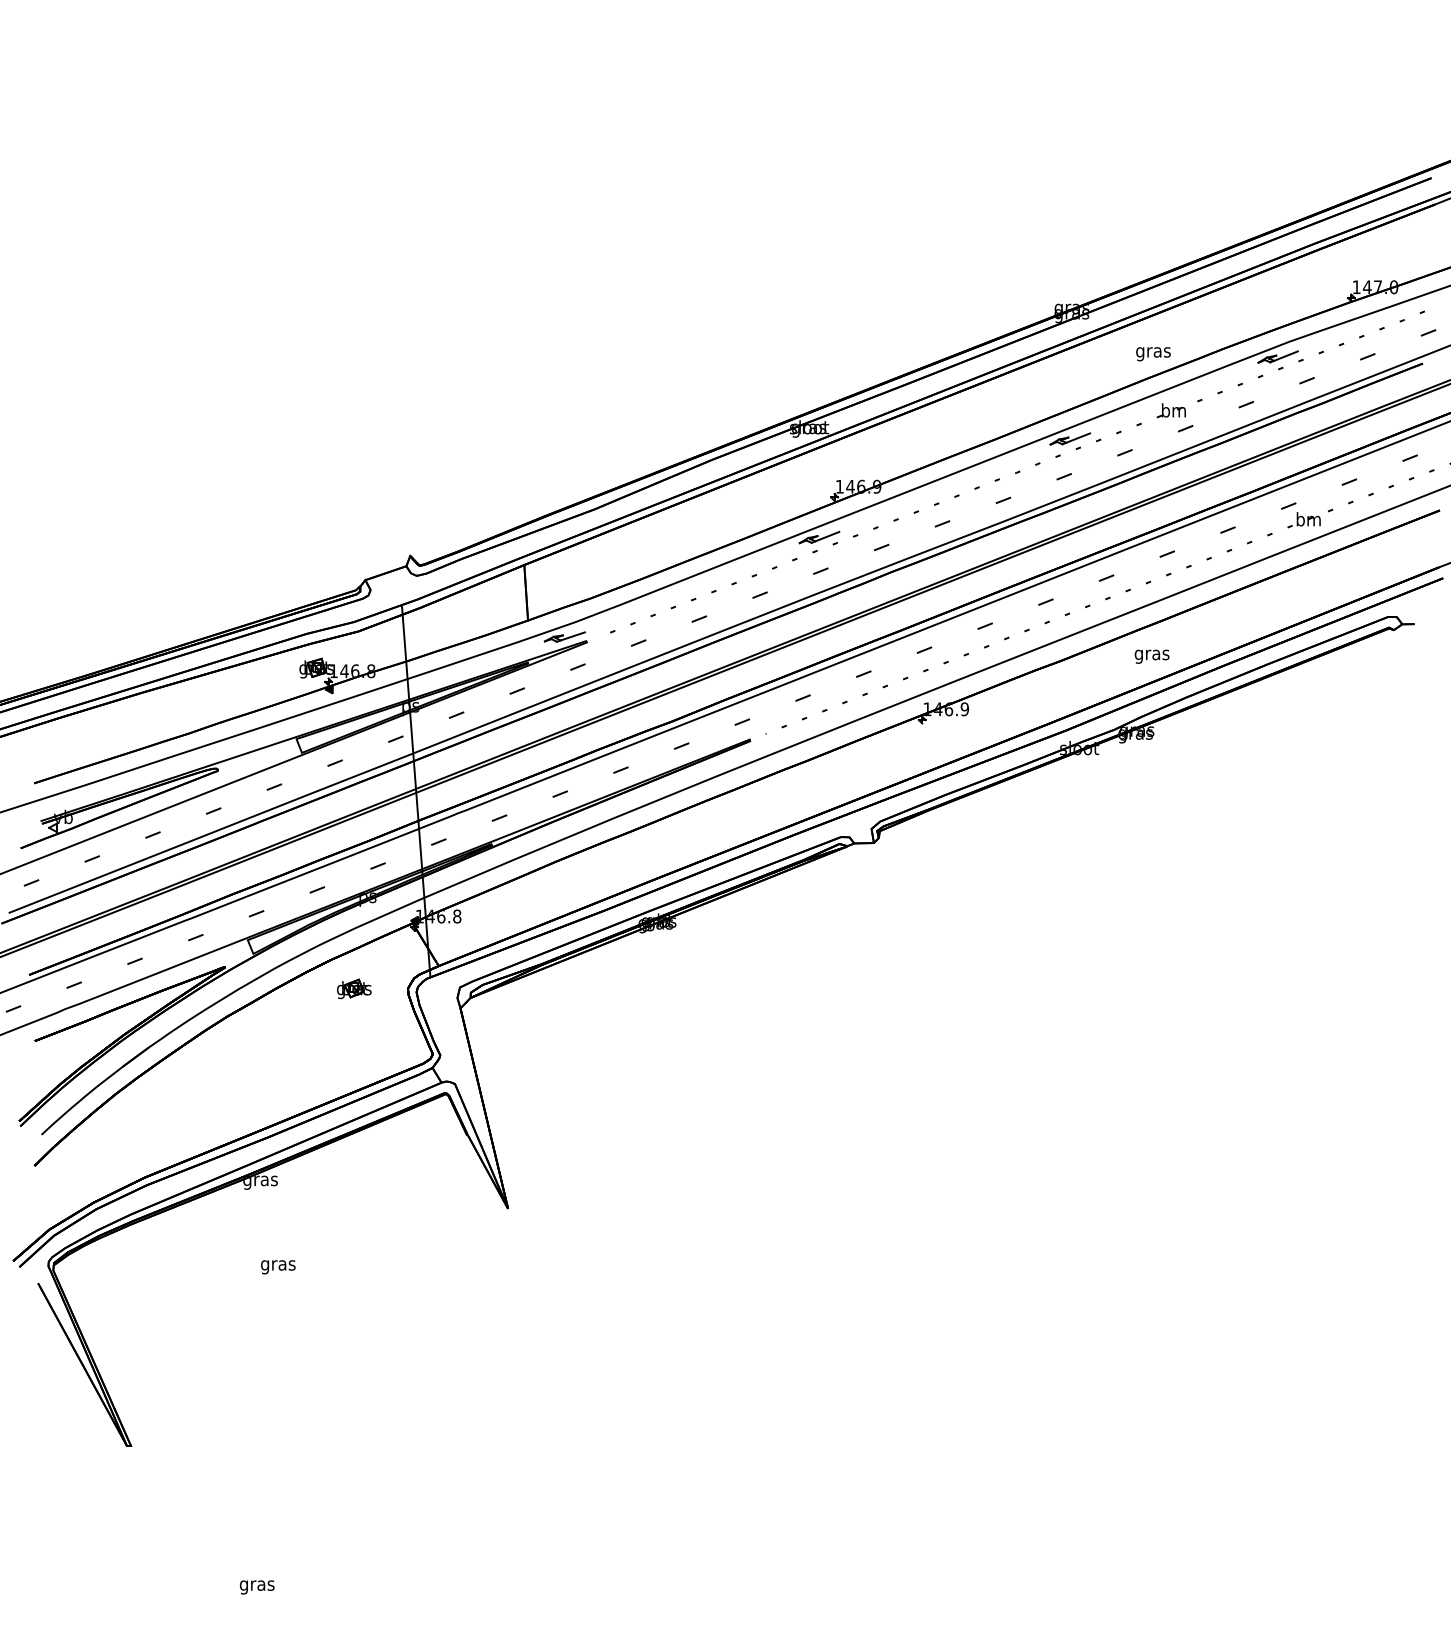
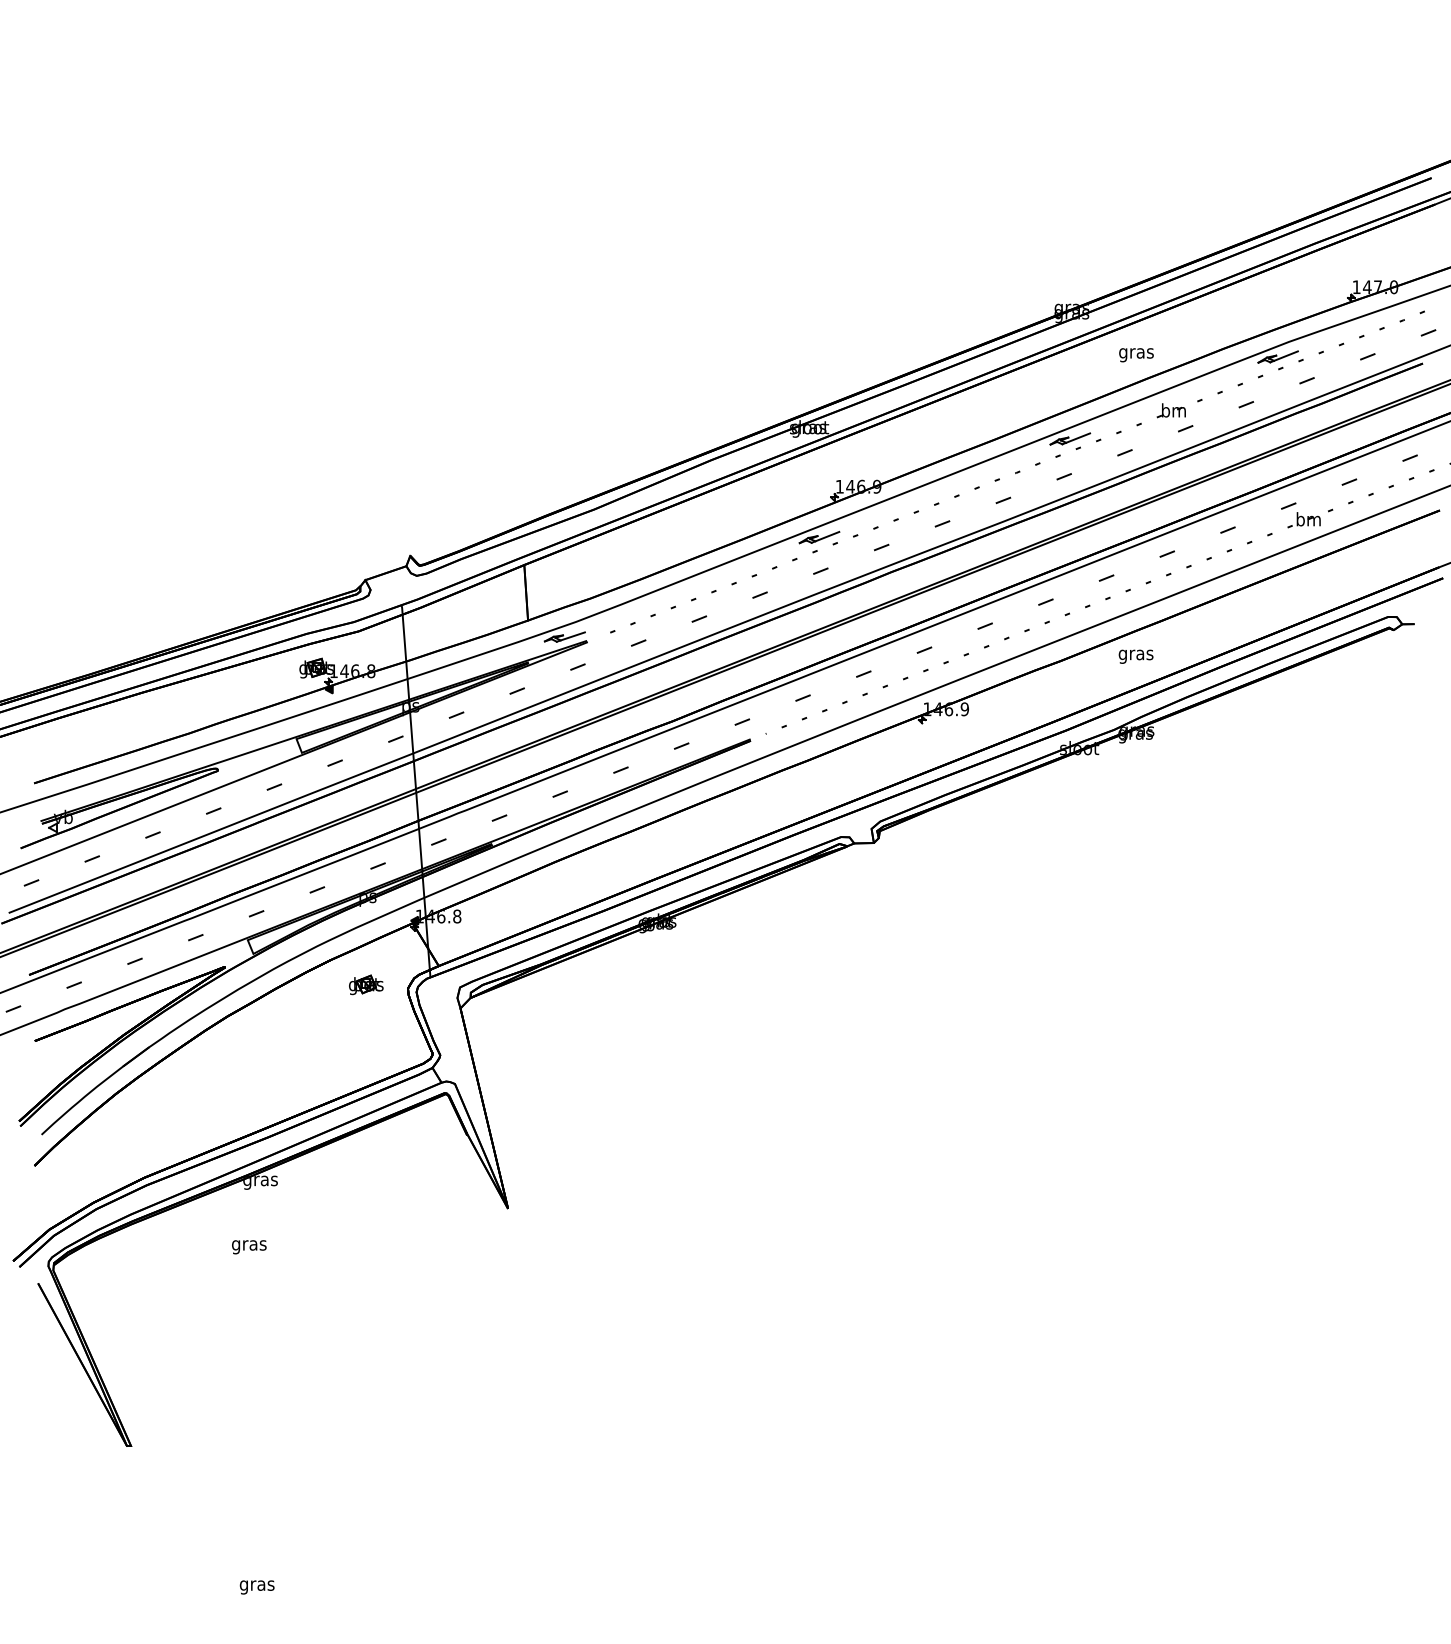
text at (1153, 354) position: (1153, 354) -> (1136, 355)
text at (1151, 656) position: (1151, 656) -> (1135, 656)
part at (354, 988) position: (354, 988) -> (366, 984)
text at (278, 1267) position: (278, 1267) -> (249, 1247)
